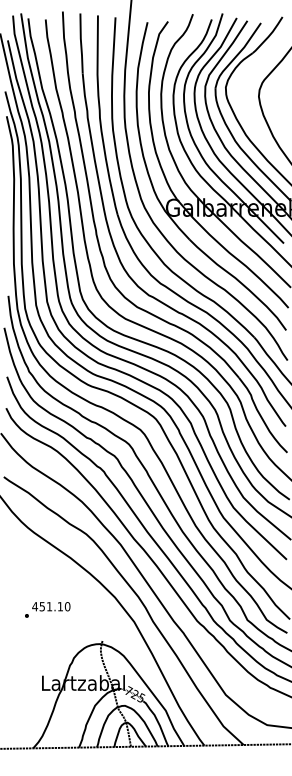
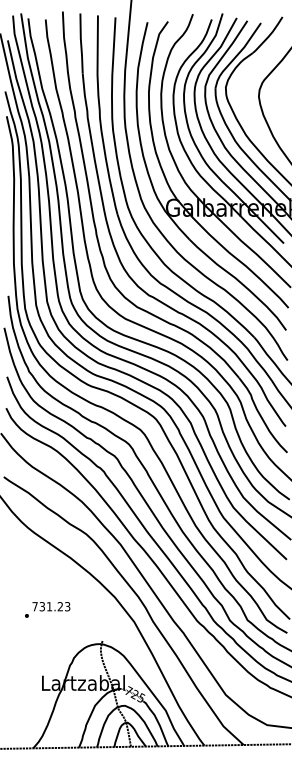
text at (51, 606): 451.10 -> 731.23
